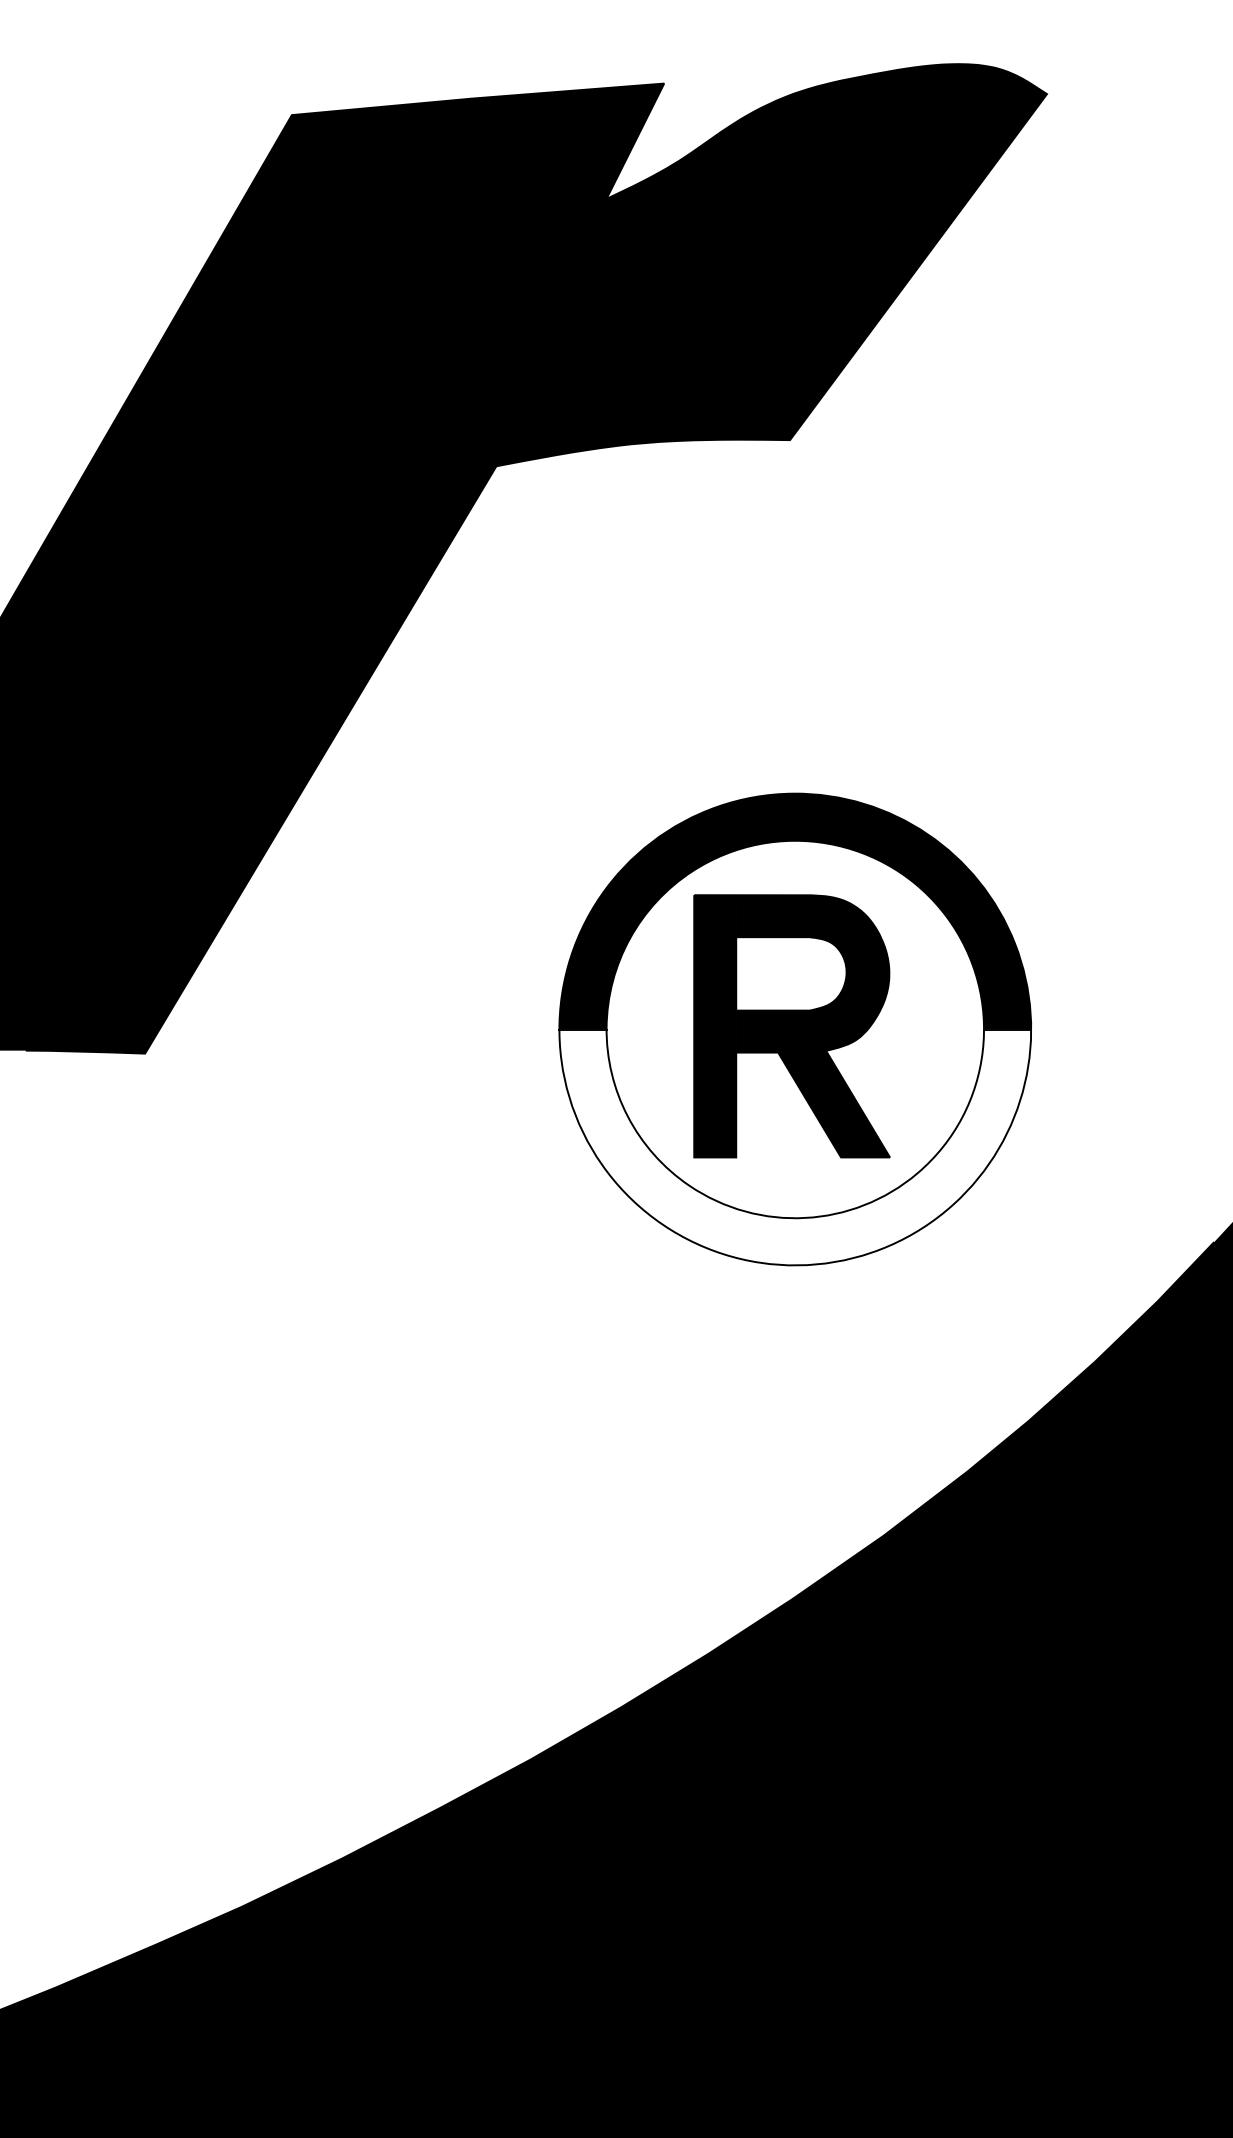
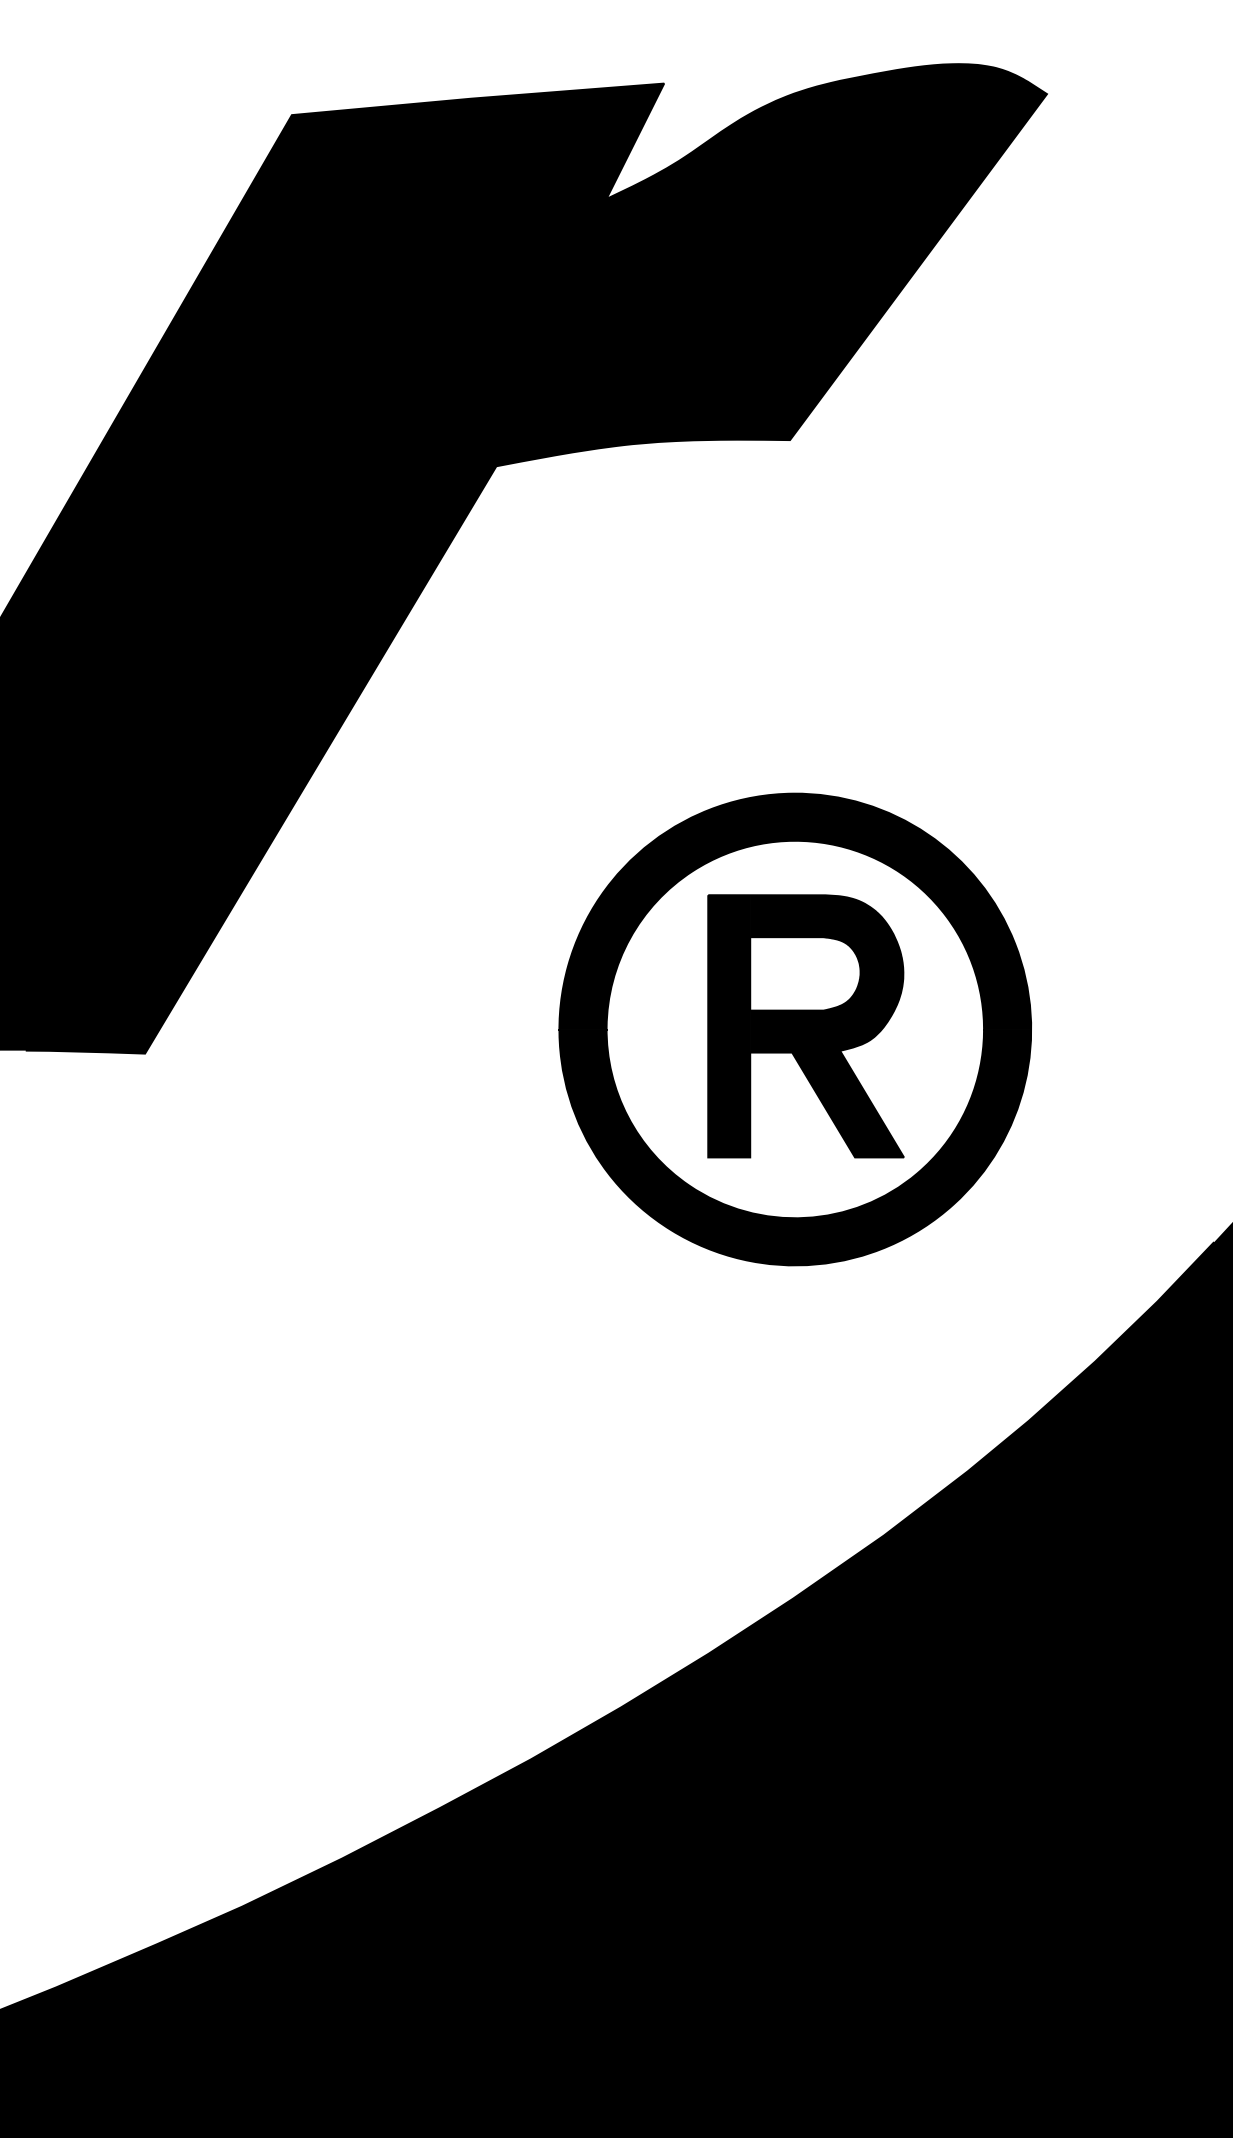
part at (791, 1026) position: (791, 1026) -> (805, 1026)
fill at (795, 1147): none -> present
